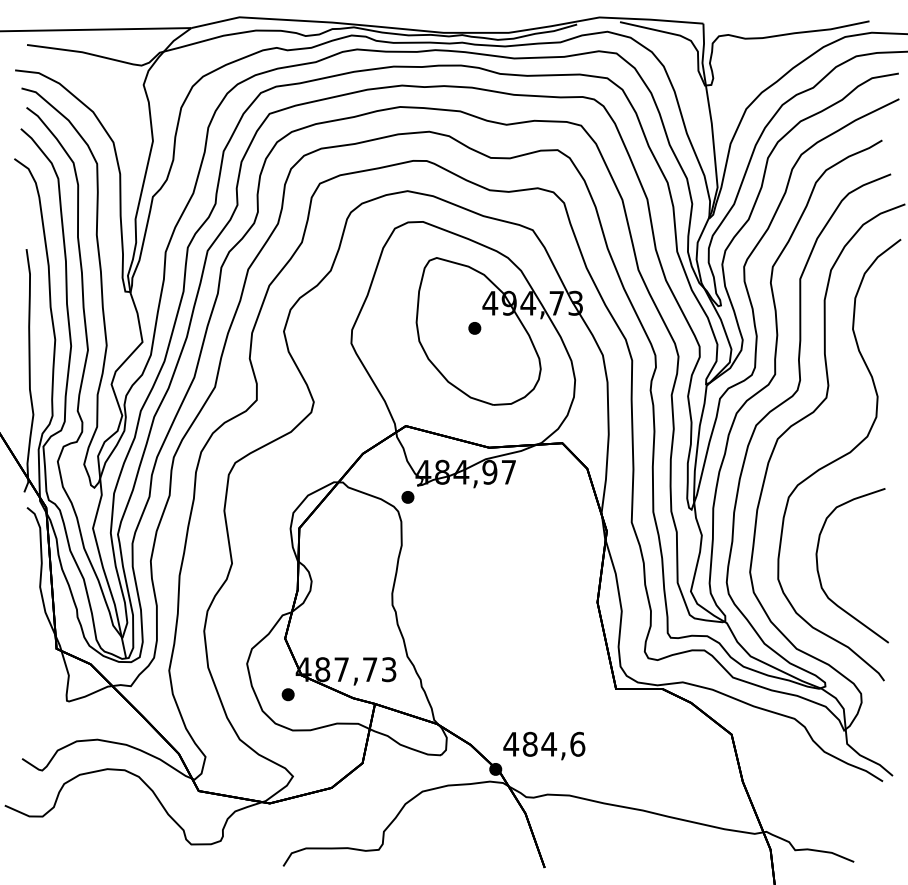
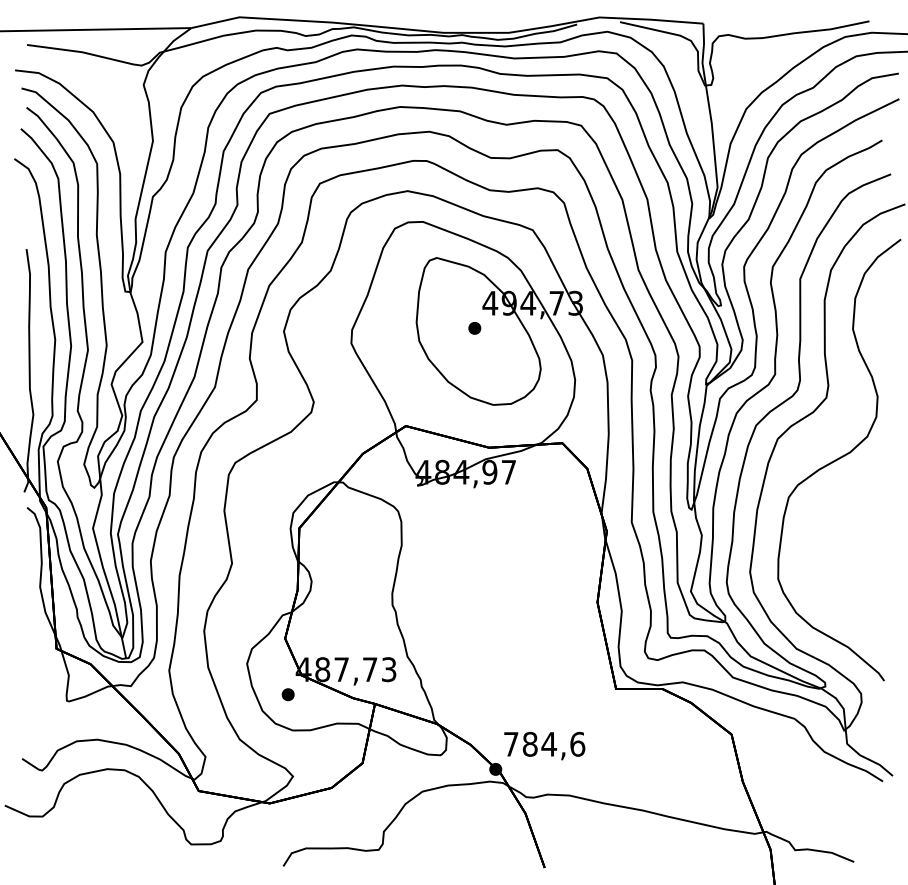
part at (407, 497): present -> none
curve at (819, 572): present -> none
text at (511, 744): 484,6 -> 784,6
